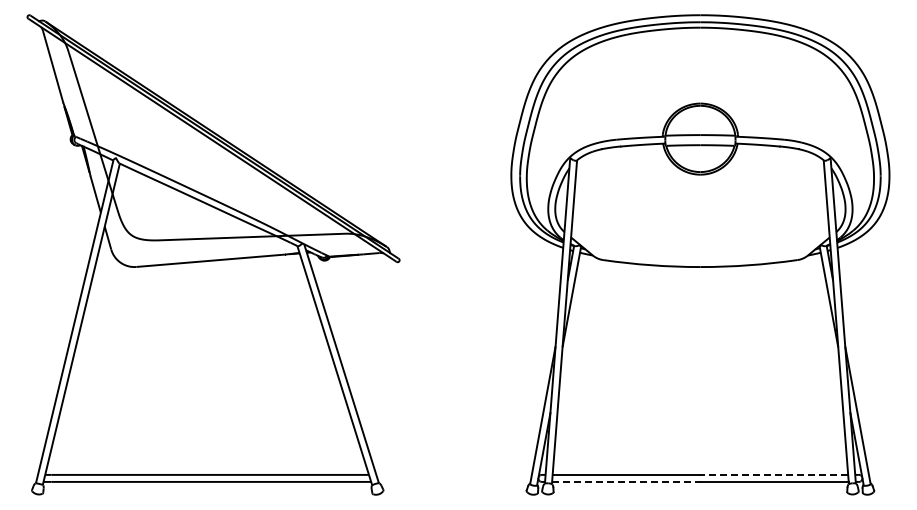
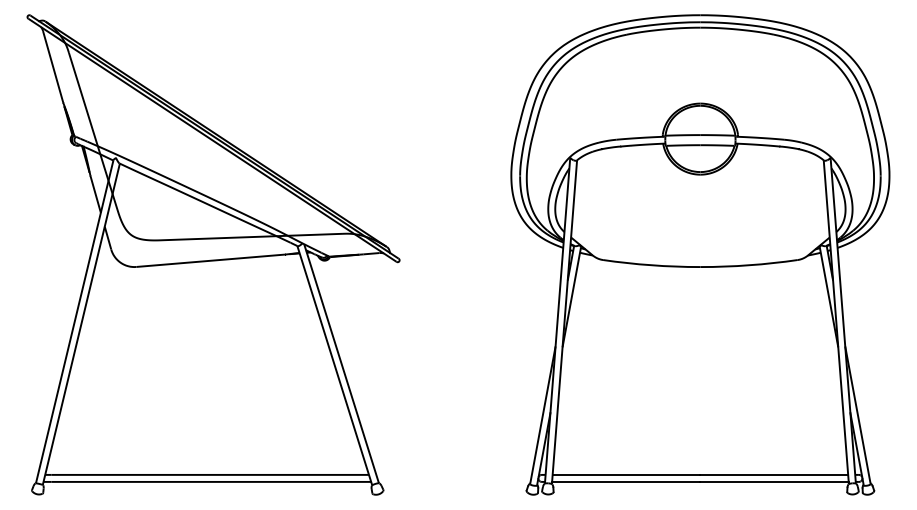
line at (774, 474): dashed -> solid
line at (626, 481): dashed -> solid
